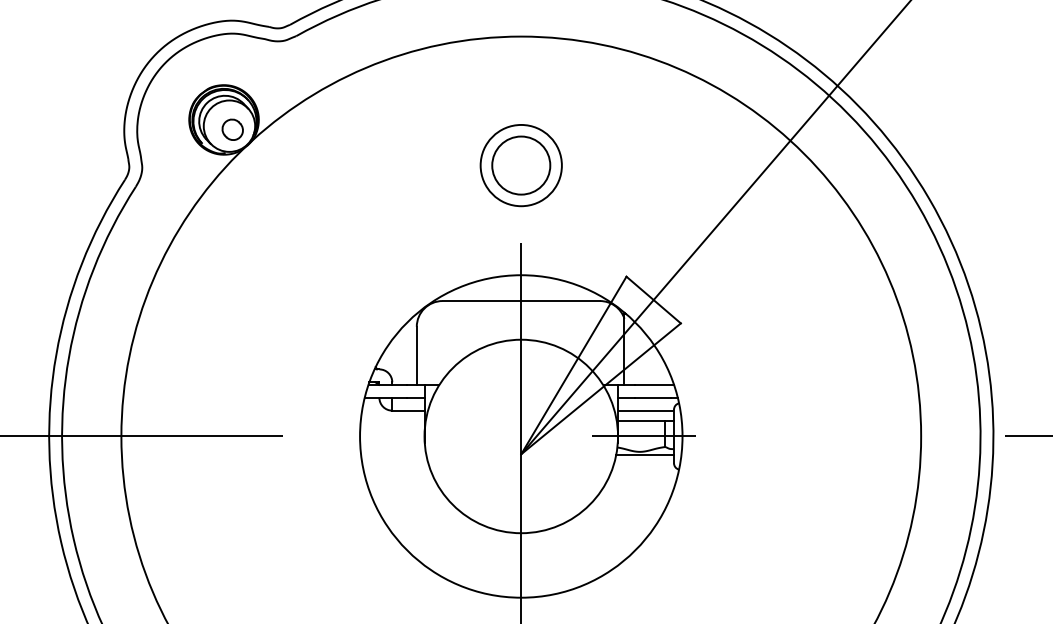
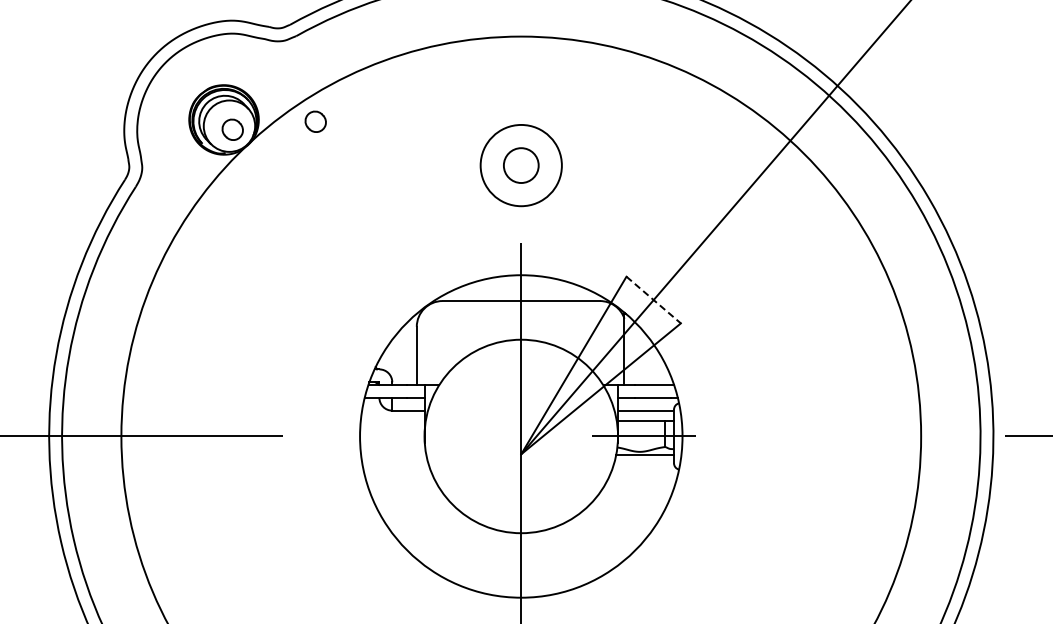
part at (315, 121): none -> present
circle at (521, 165) diameter: 58 px -> 35 px
line at (653, 300): solid -> dashed
